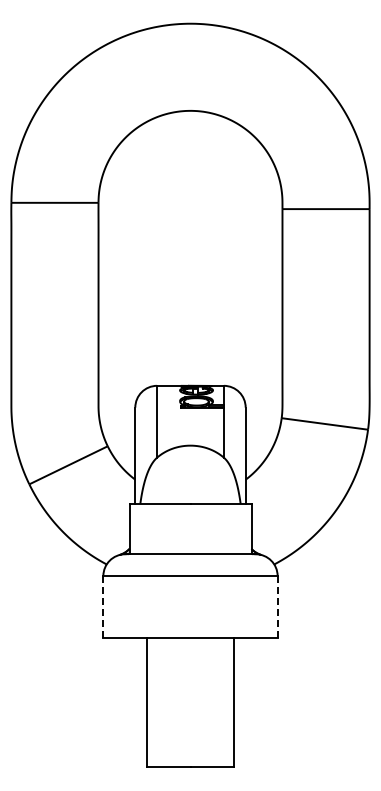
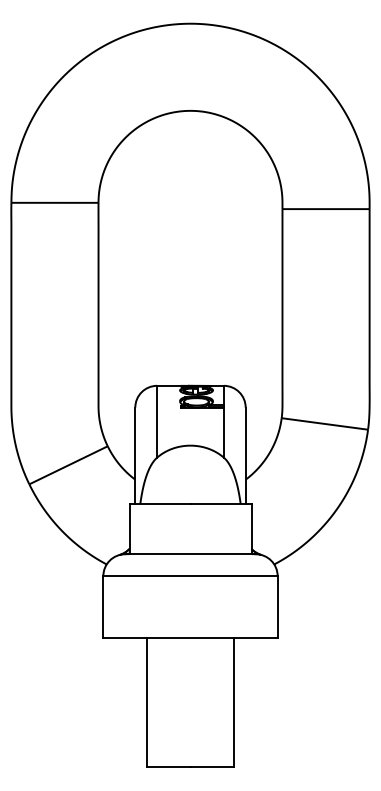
line at (103, 606): dashed -> solid
line at (277, 606): dashed -> solid
